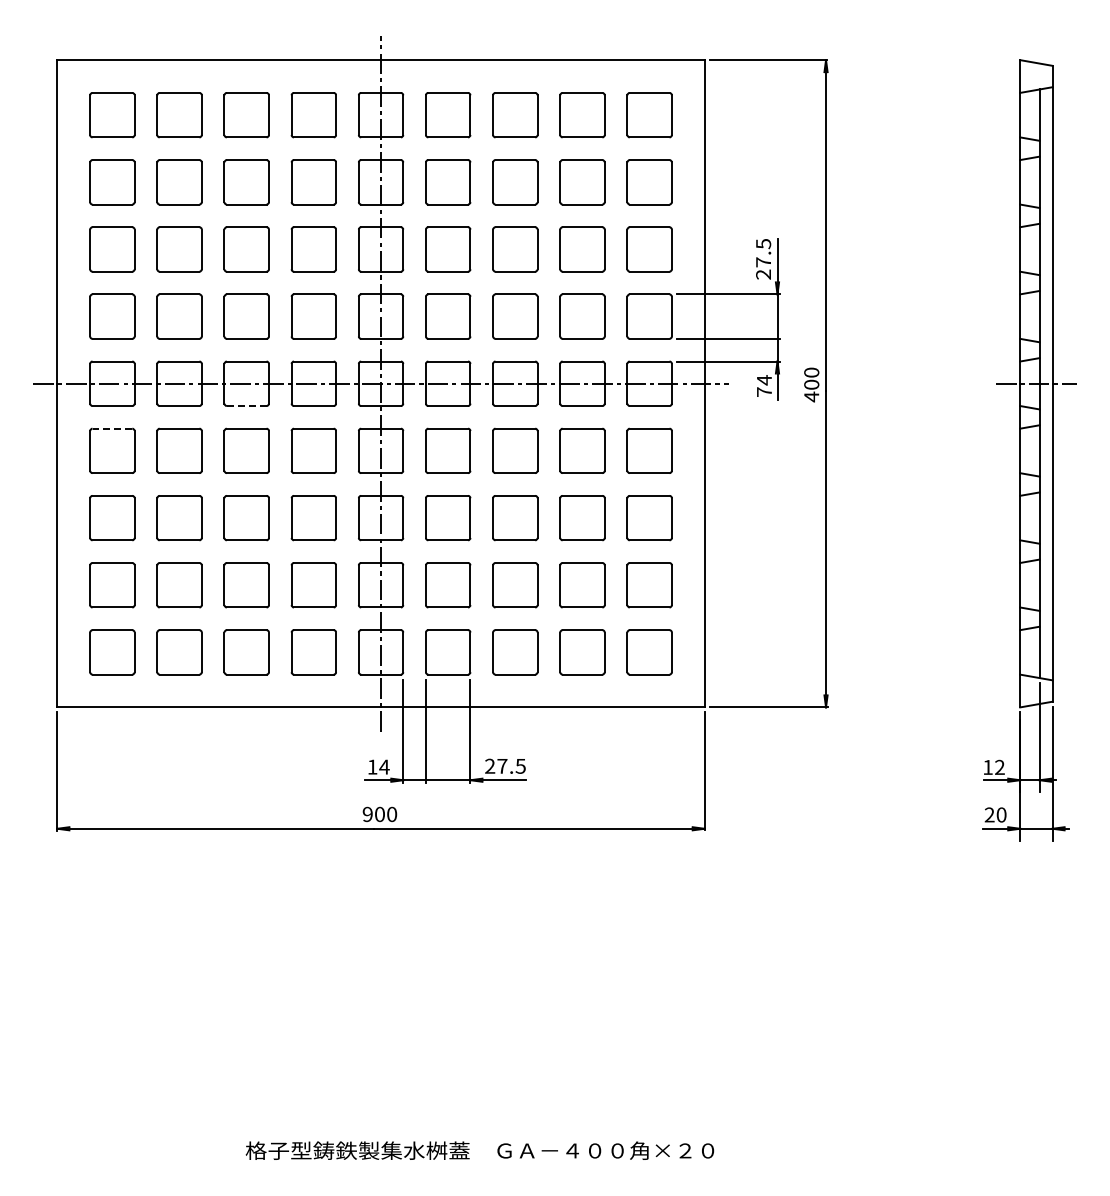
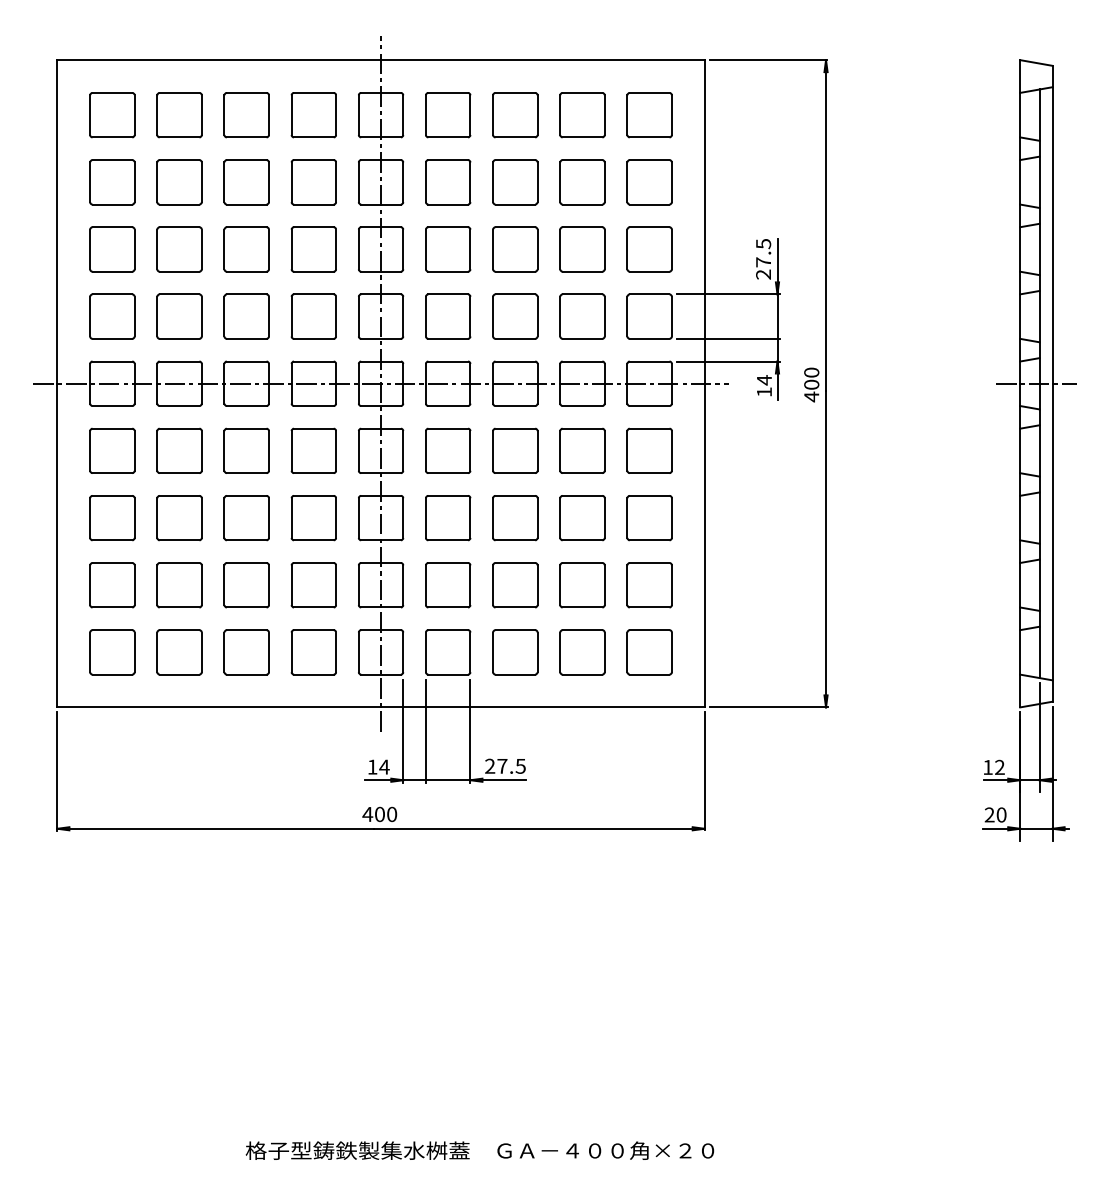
text at (764, 391): 74 -> 14
line at (246, 406): dashed -> solid
line at (112, 428): dashed -> solid
text at (367, 814): 900 -> 400
